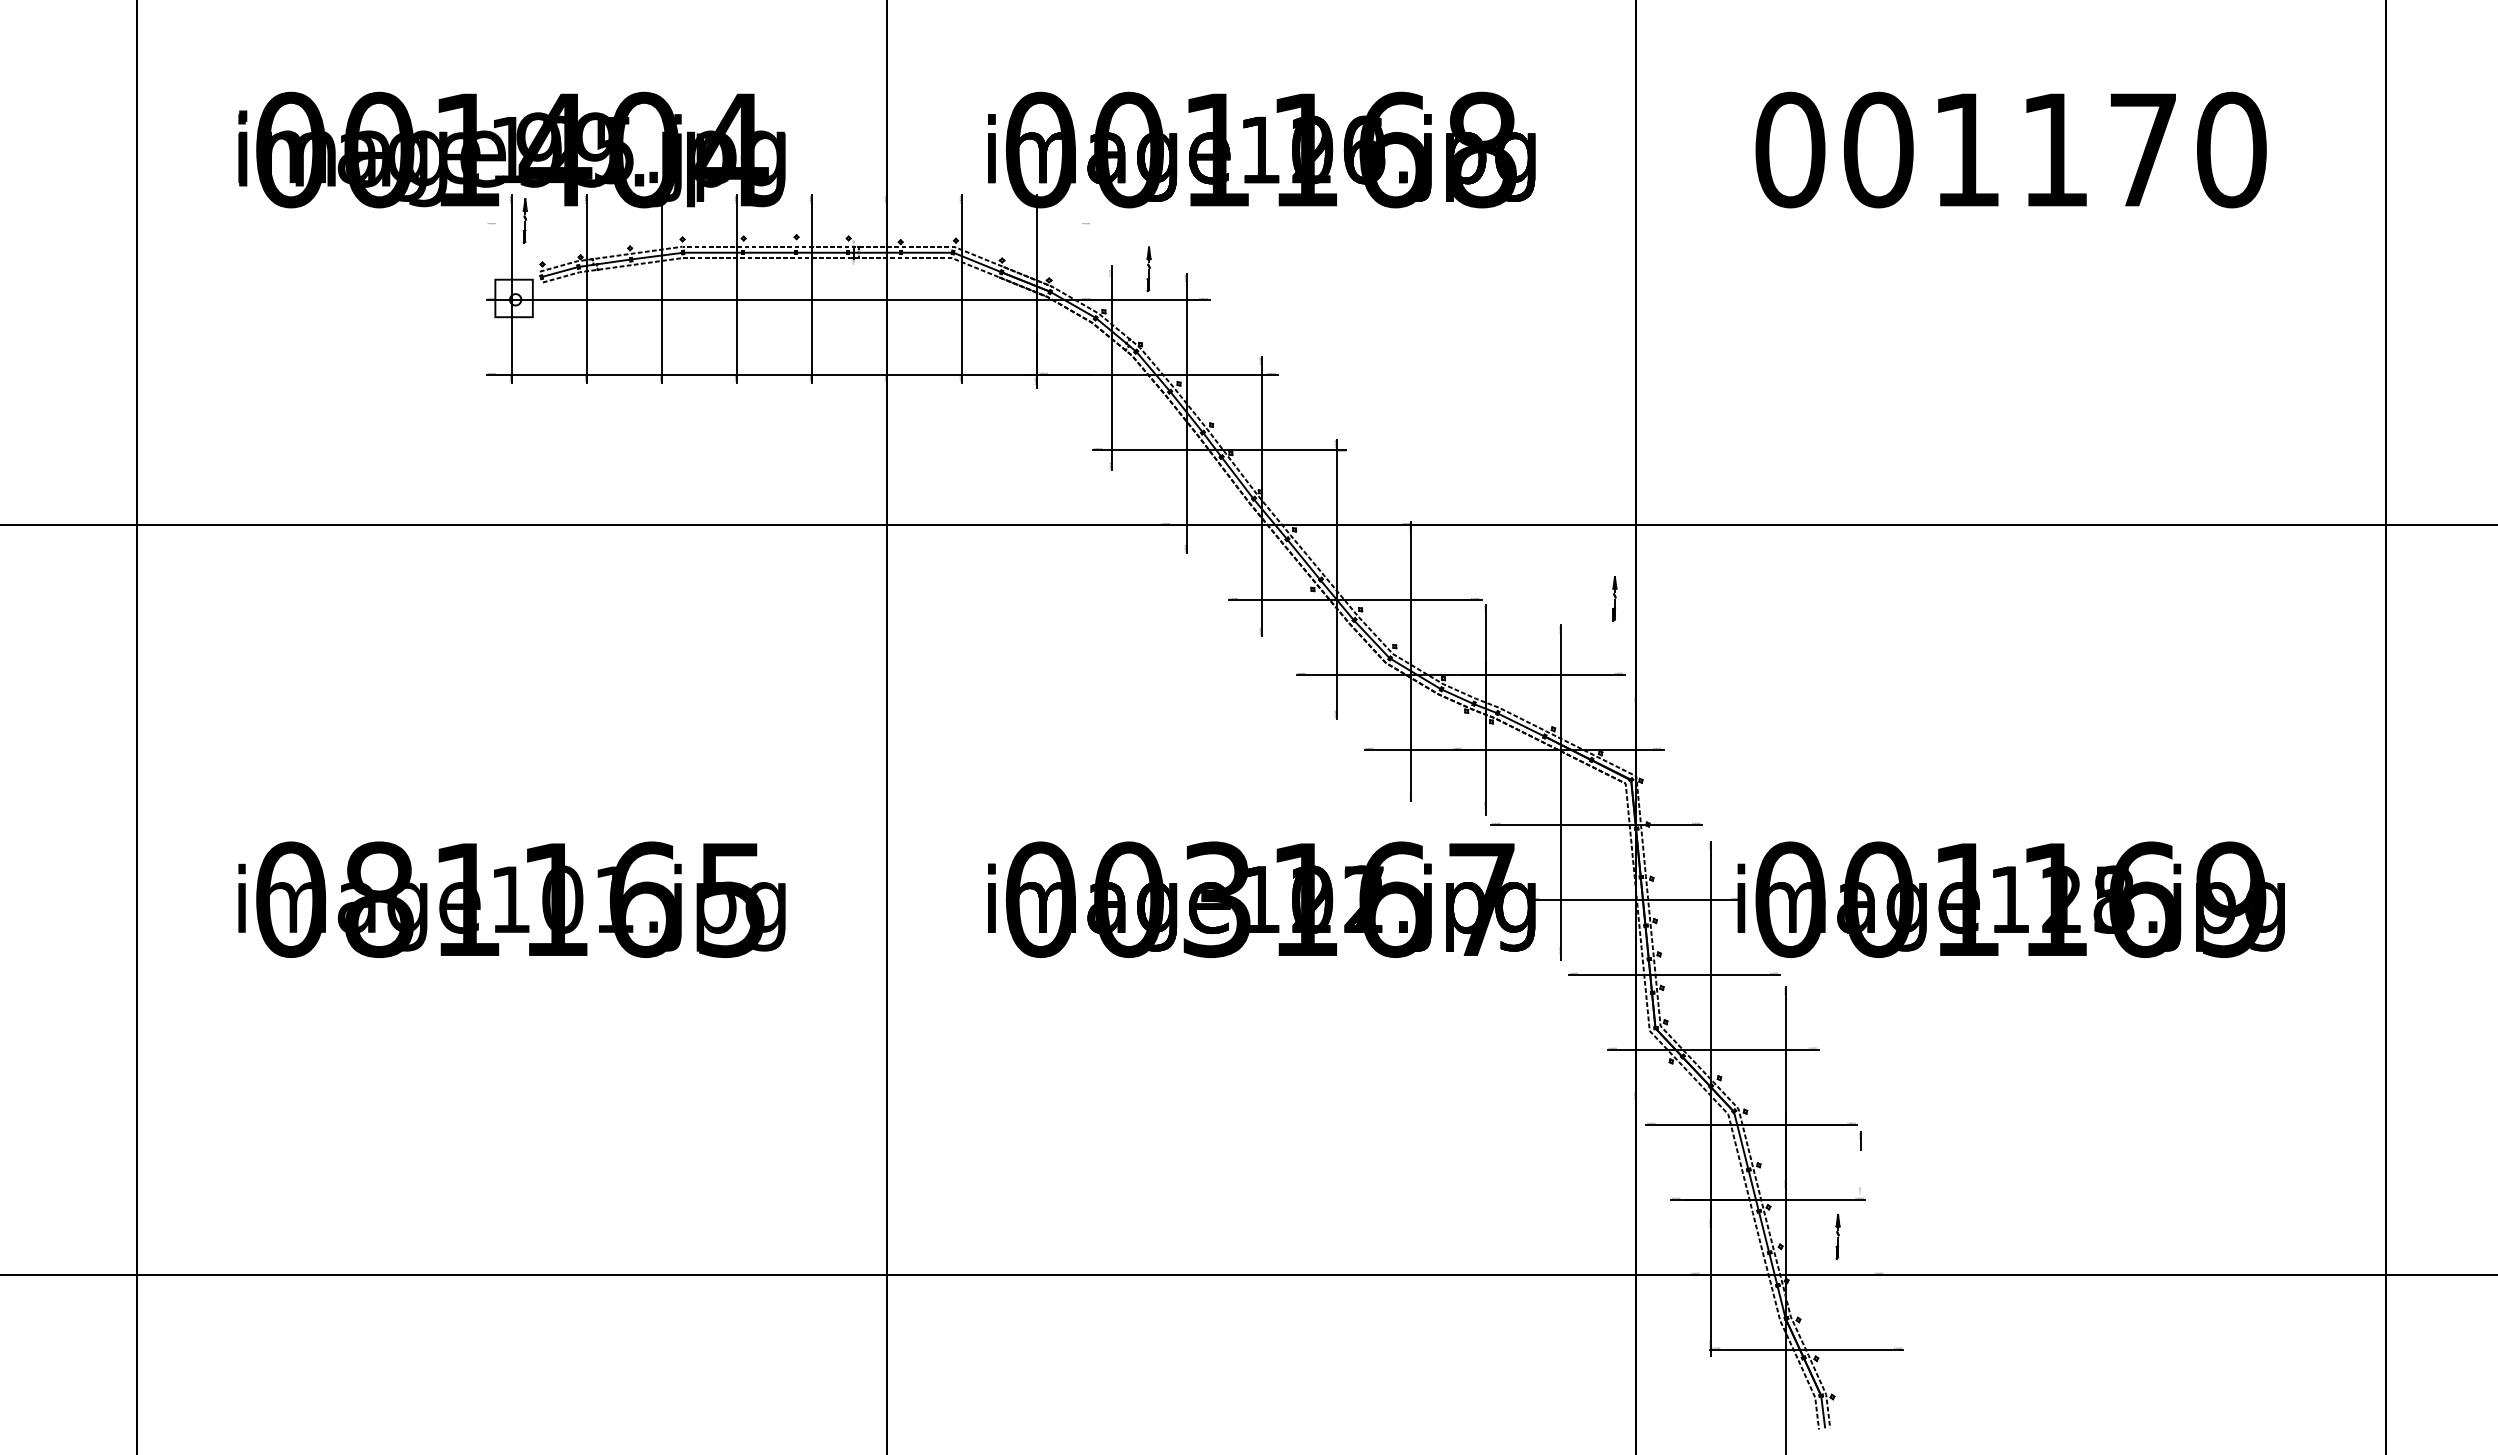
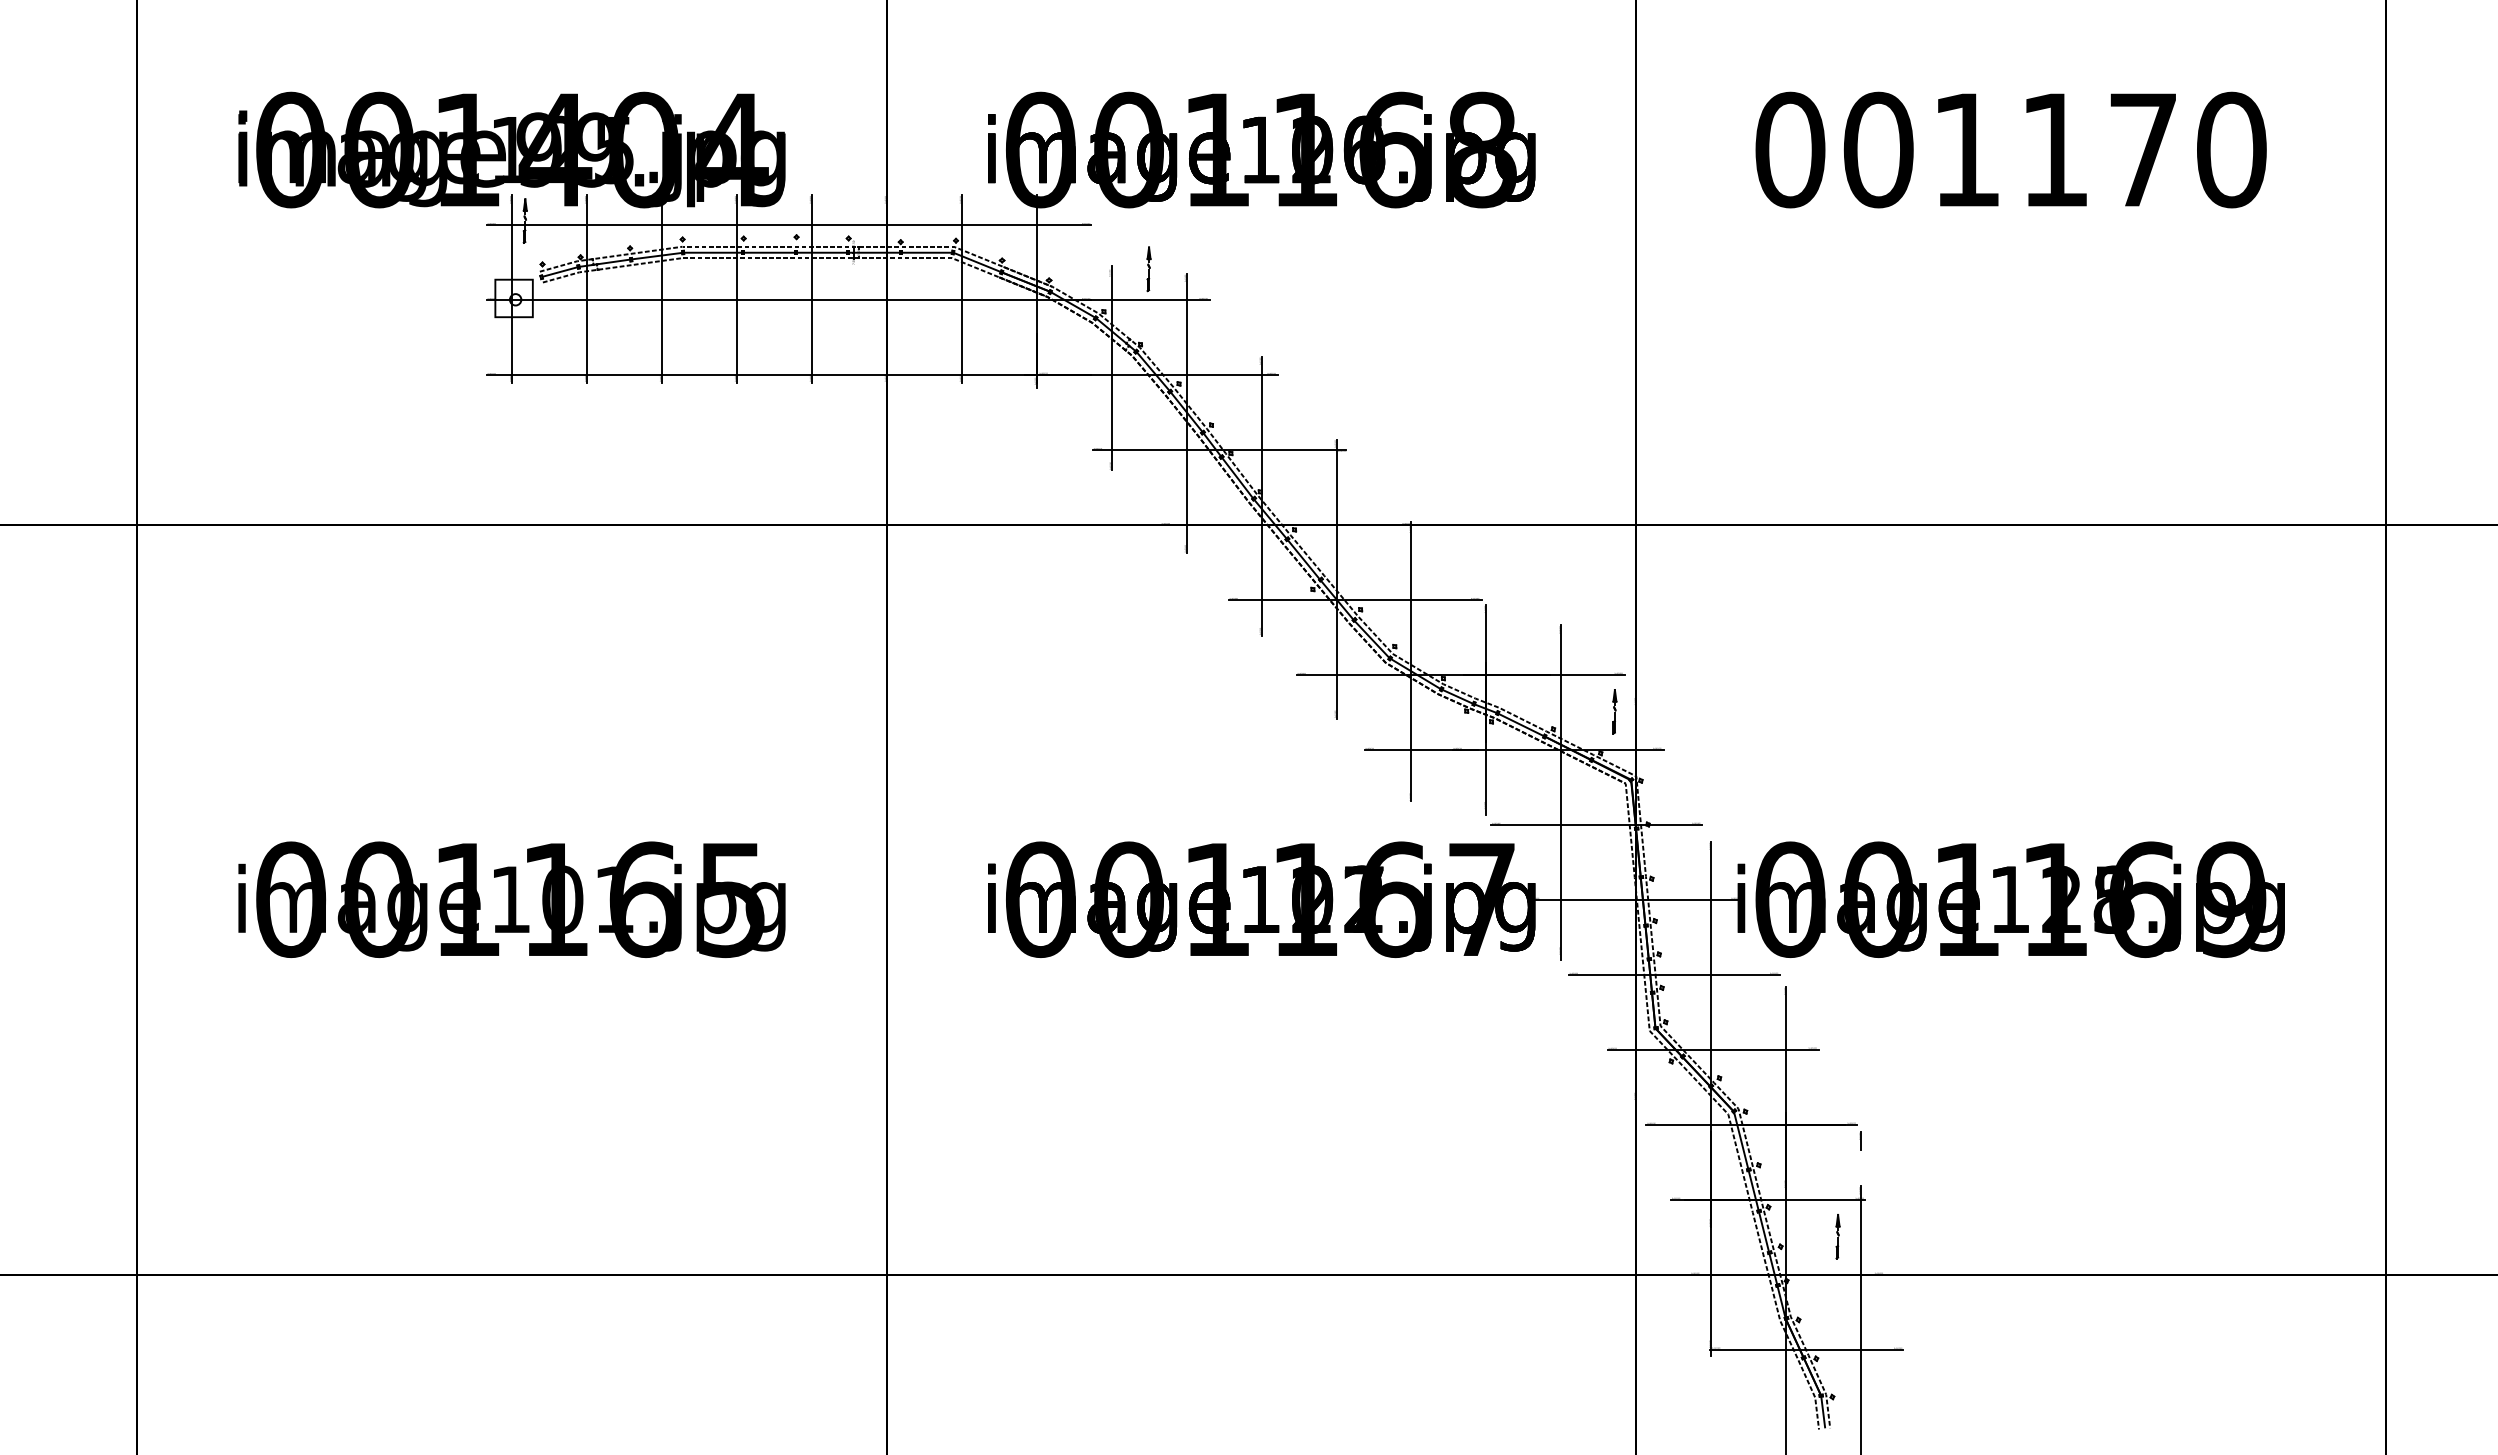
line at (788, 225): none -> present
part at (1614, 598) position: (1614, 598) -> (1614, 711)
text at (379, 899): 081165 -> 001165
text at (1216, 899): 003167 -> 001167
line at (1861, 1318): none -> present
